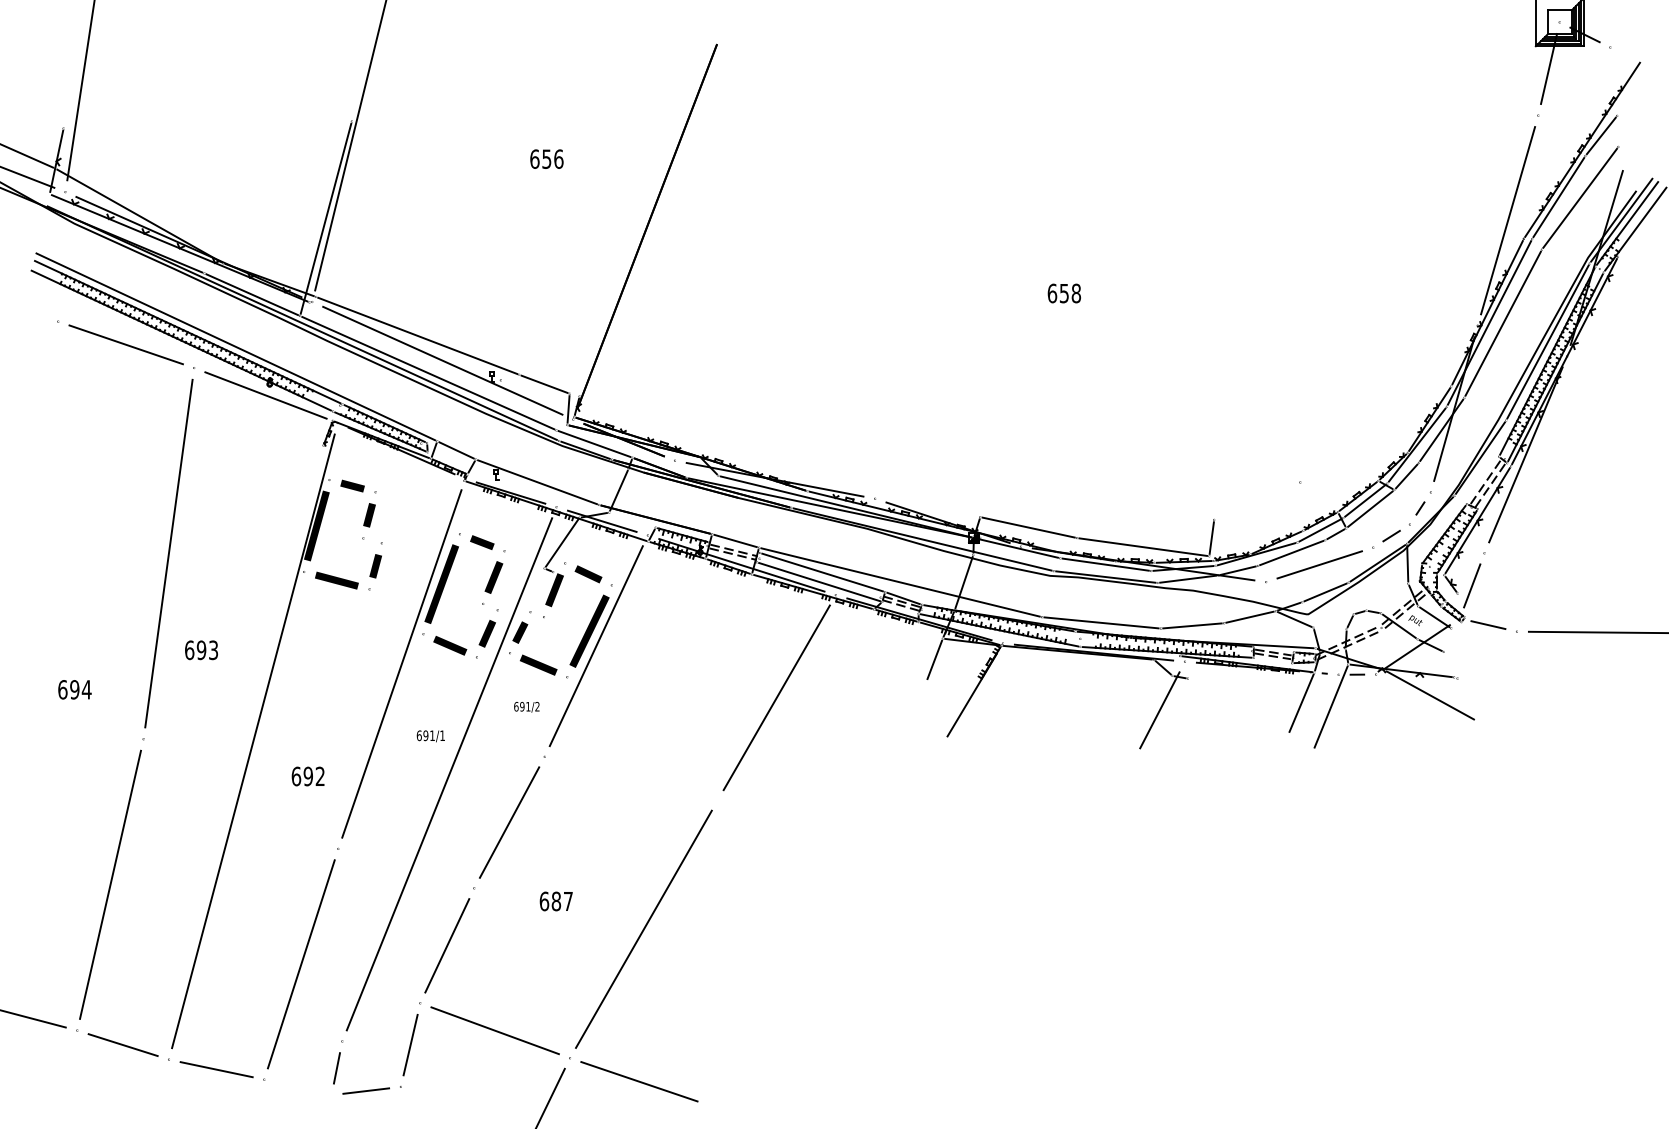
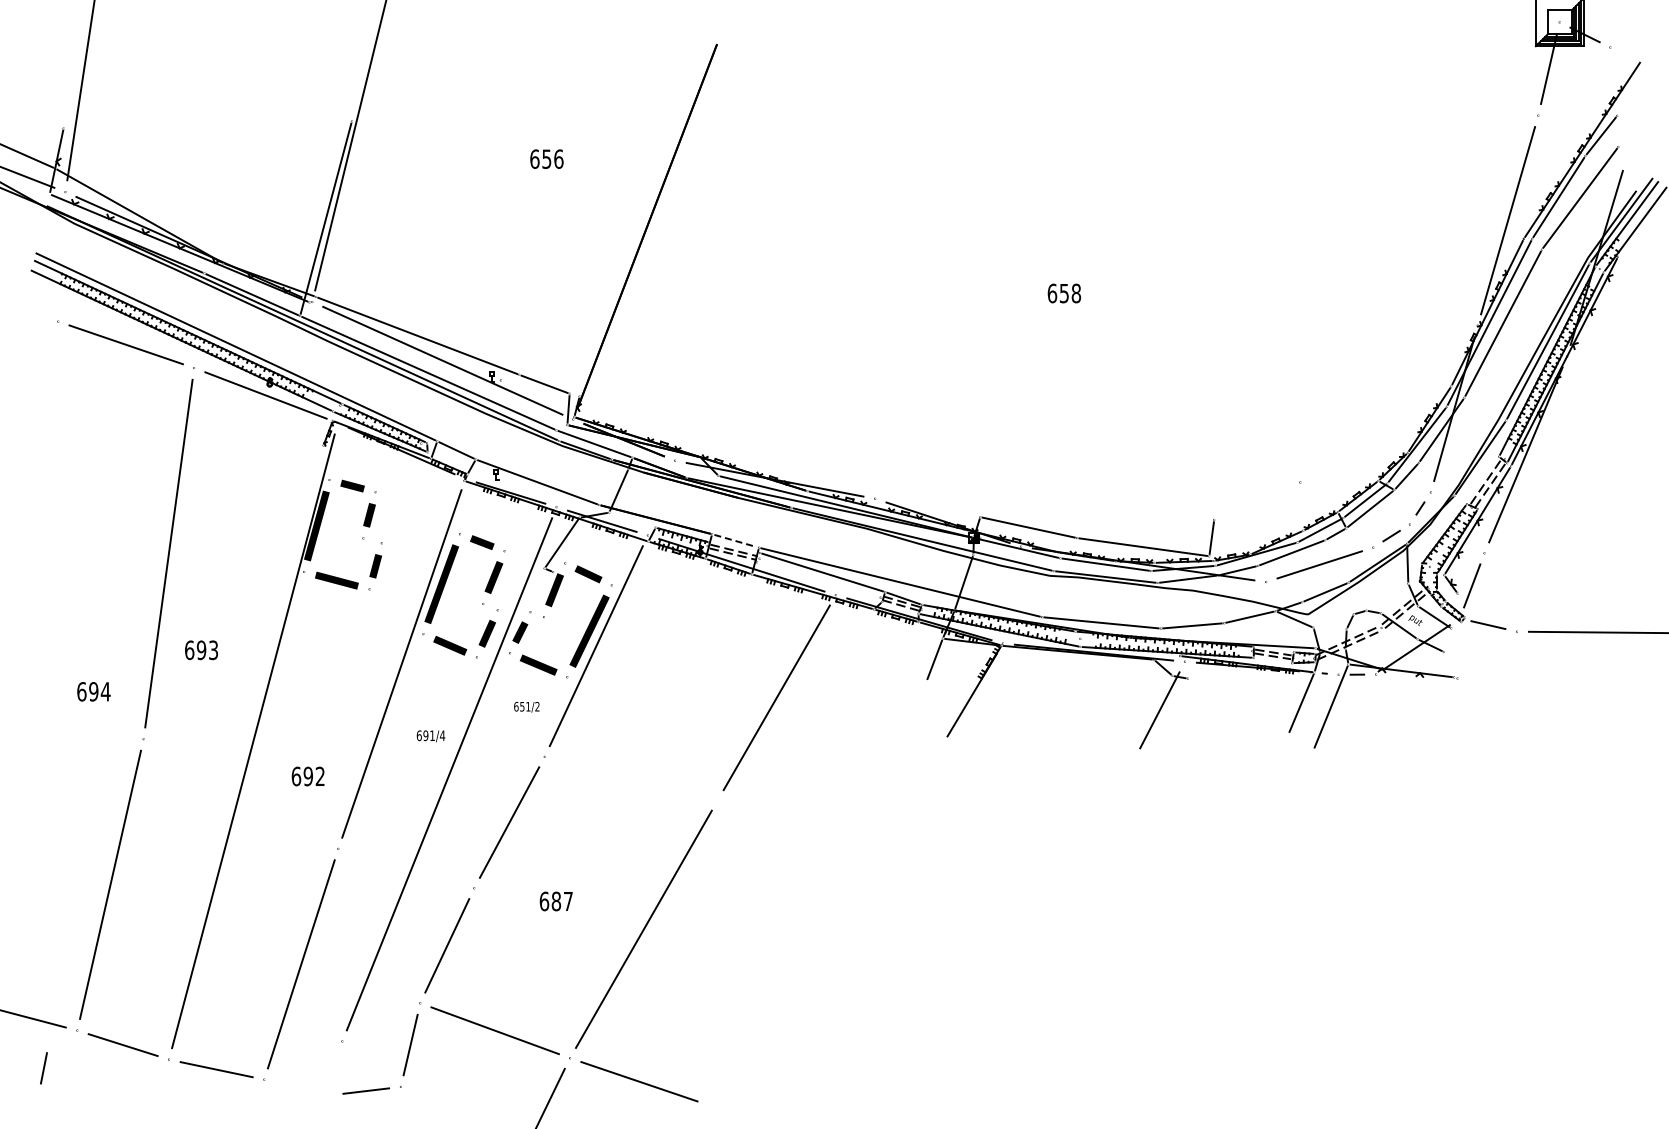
line at (736, 541): solid -> dashed
line at (819, 582): present -> none
text at (74, 689) position: (74, 689) -> (93, 691)
line at (1429, 695): present -> none
text at (522, 706): 691/2 -> 651/2
text at (442, 735): 691/1 -> 691/4
line at (336, 1068) position: (336, 1068) -> (43, 1068)
